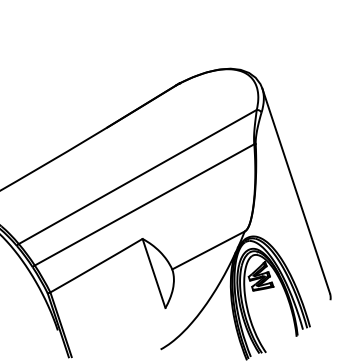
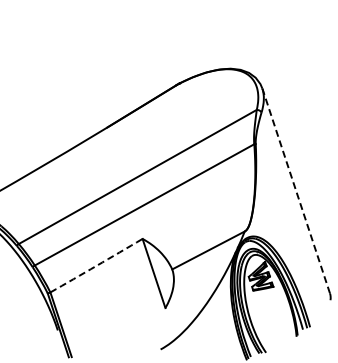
line at (296, 191): solid -> dashed
arc at (96, 265): solid -> dashed
